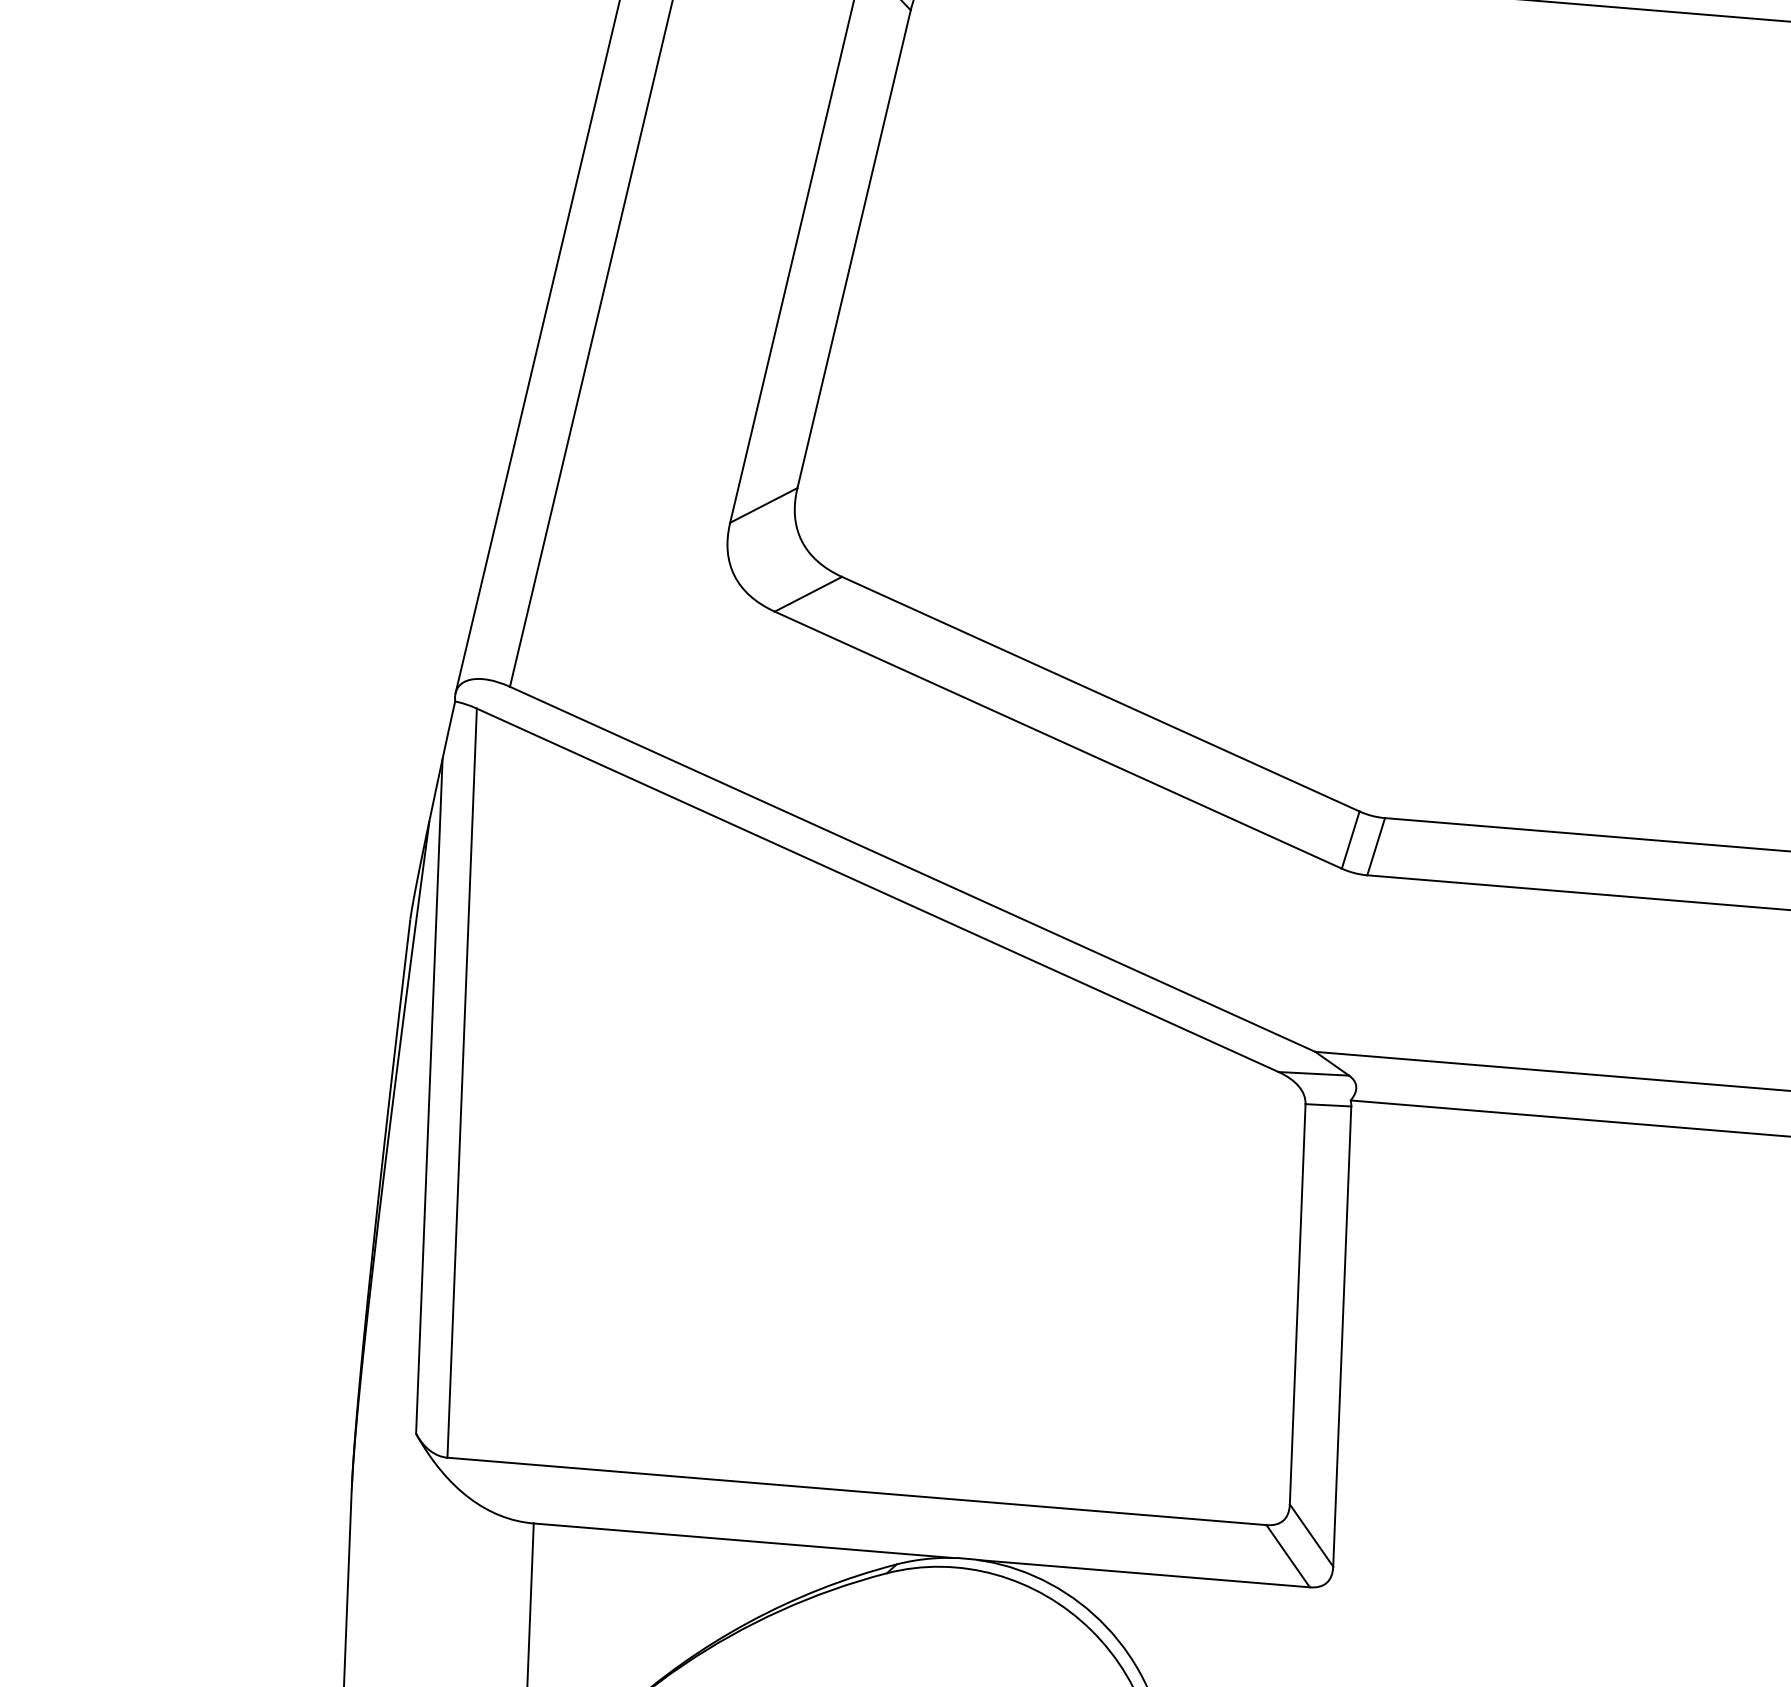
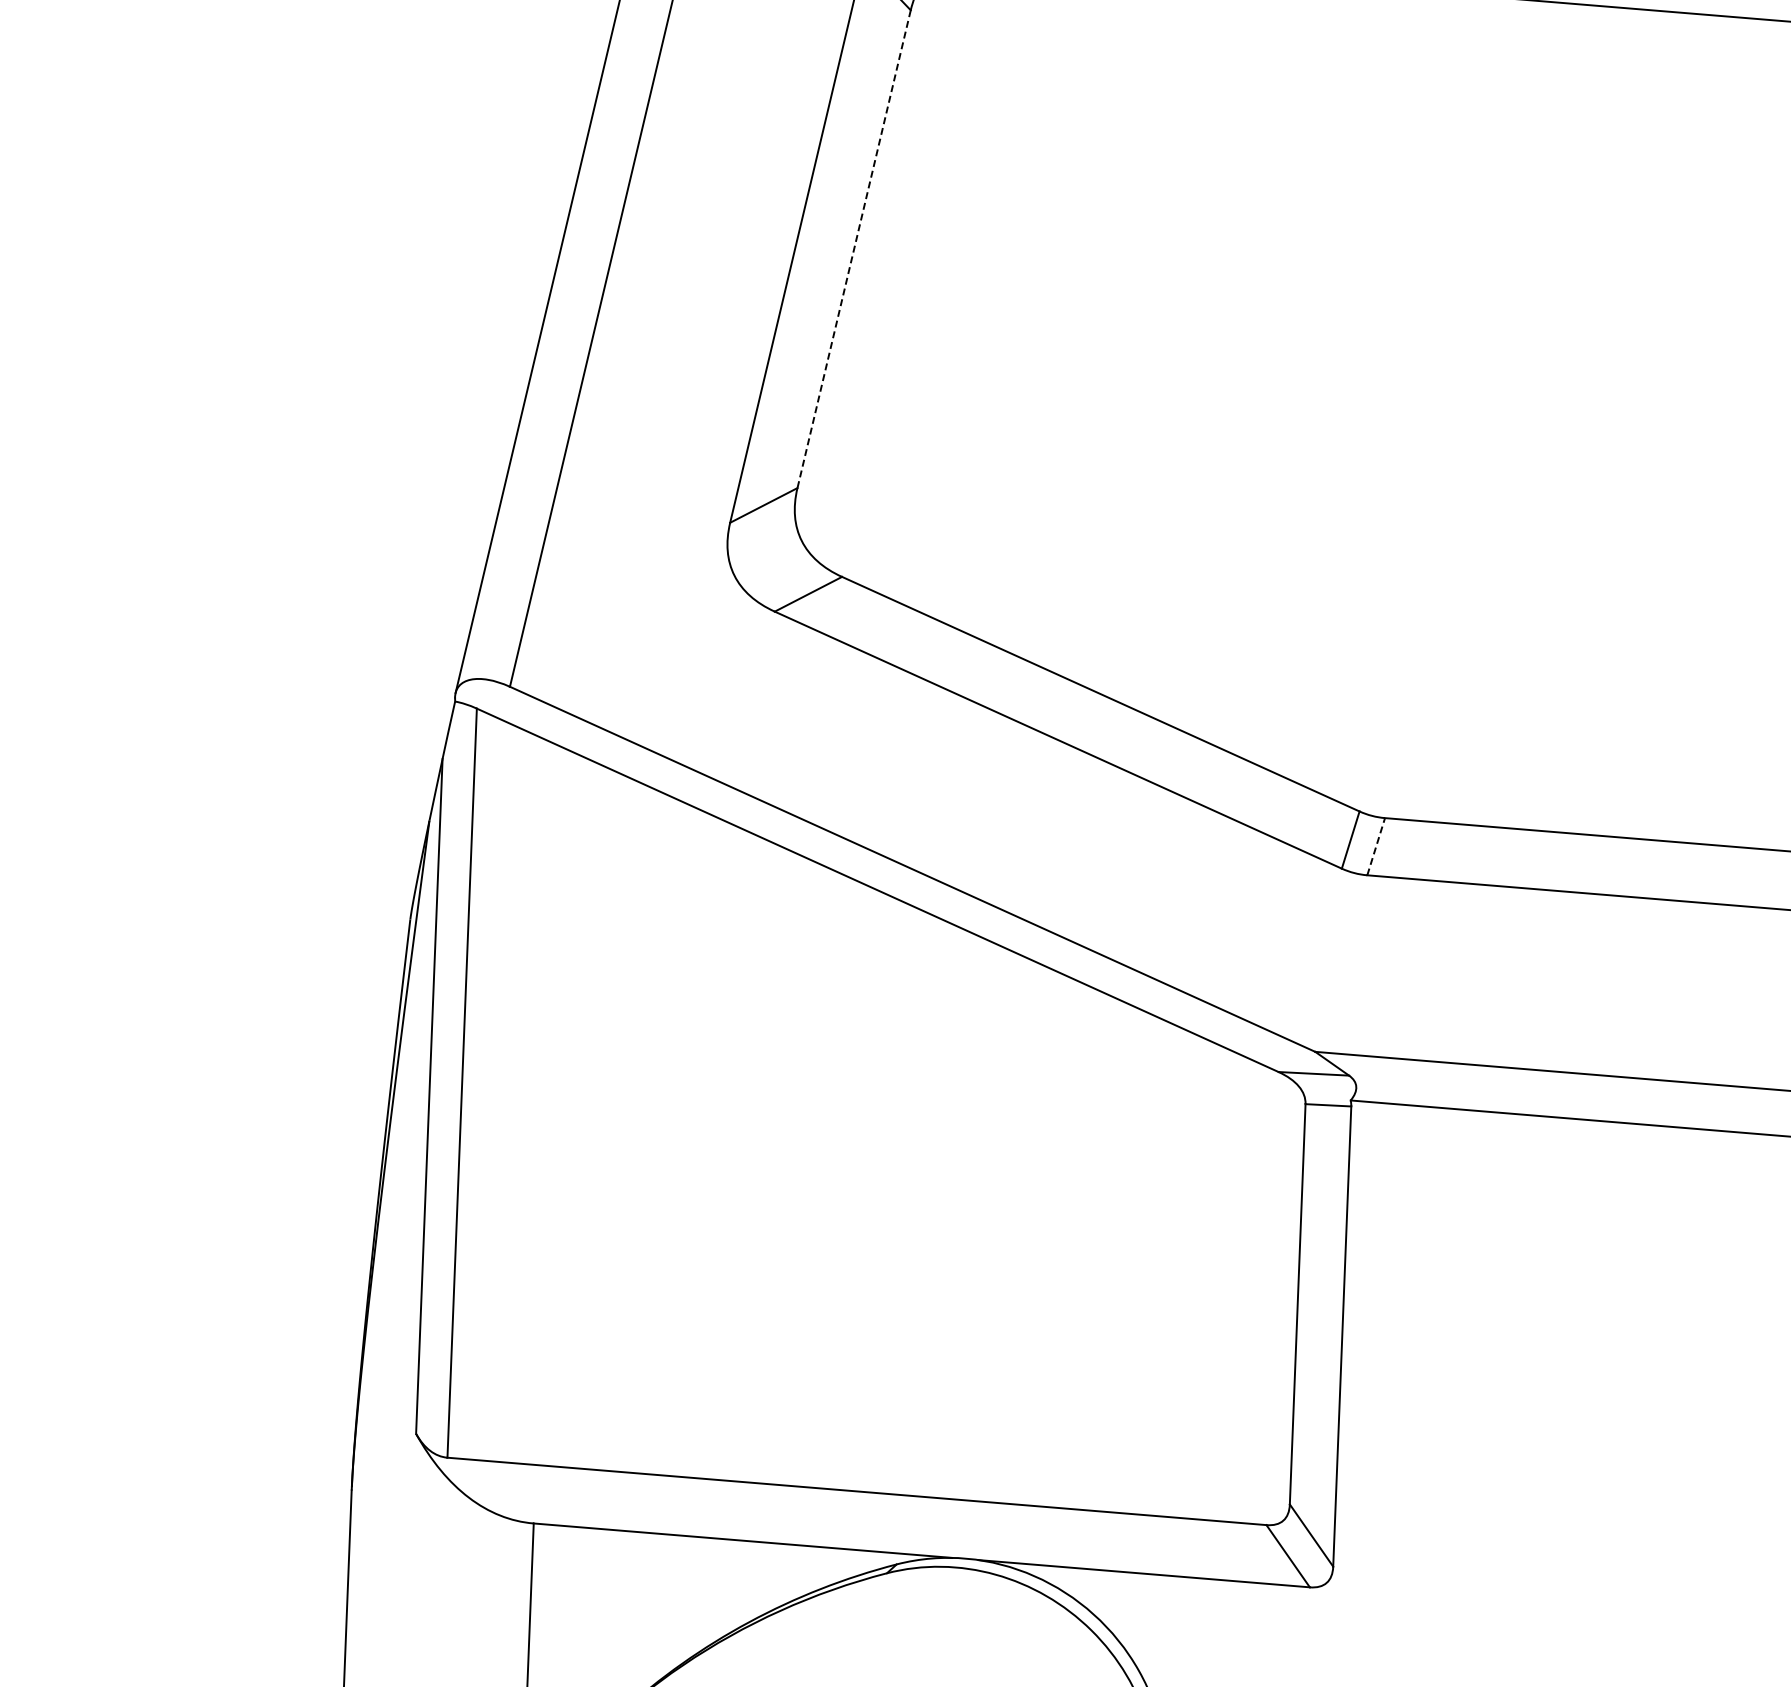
line at (854, 249): solid -> dashed
line at (1376, 846): solid -> dashed
